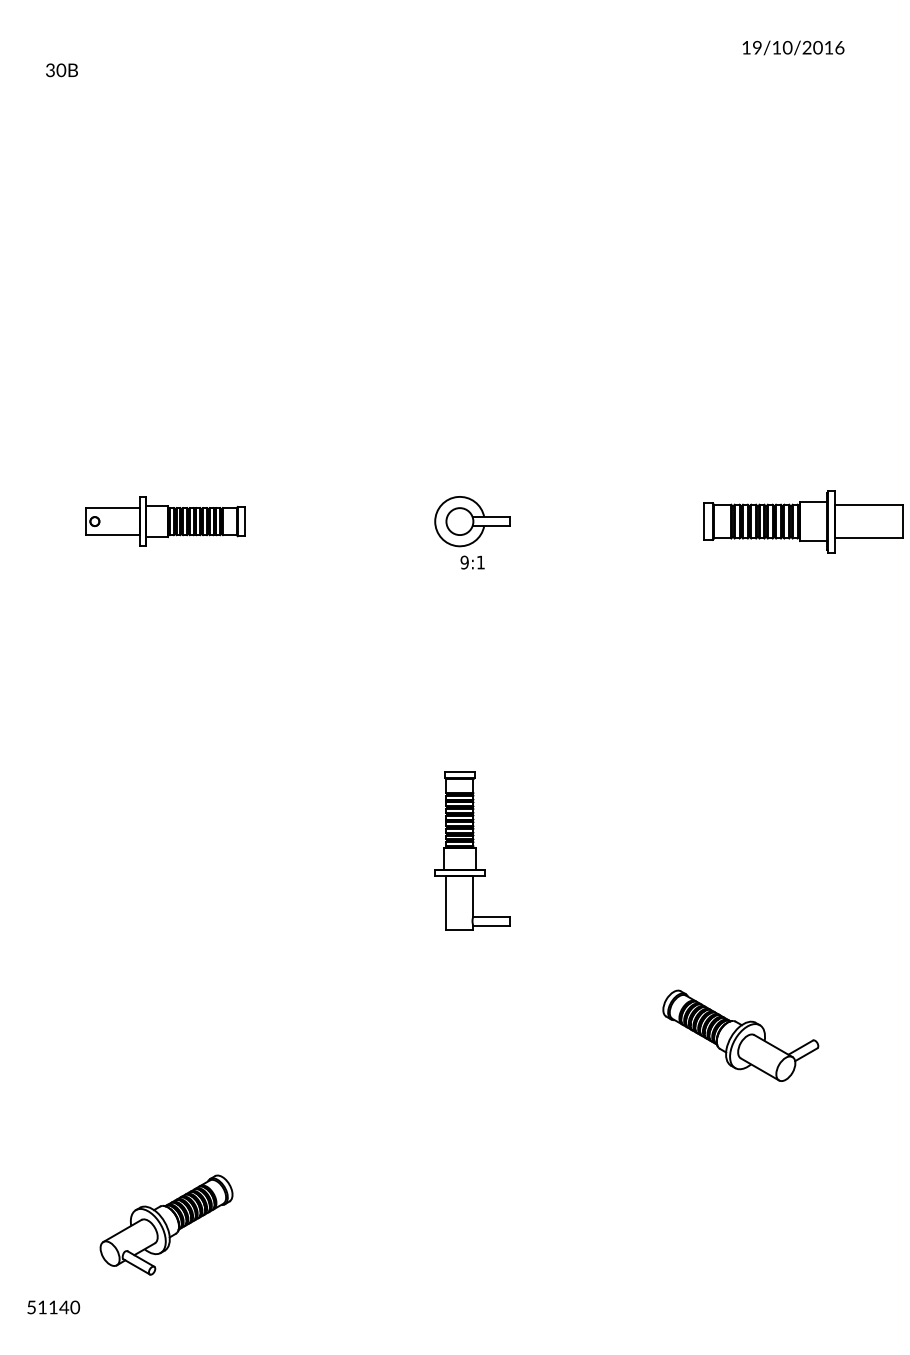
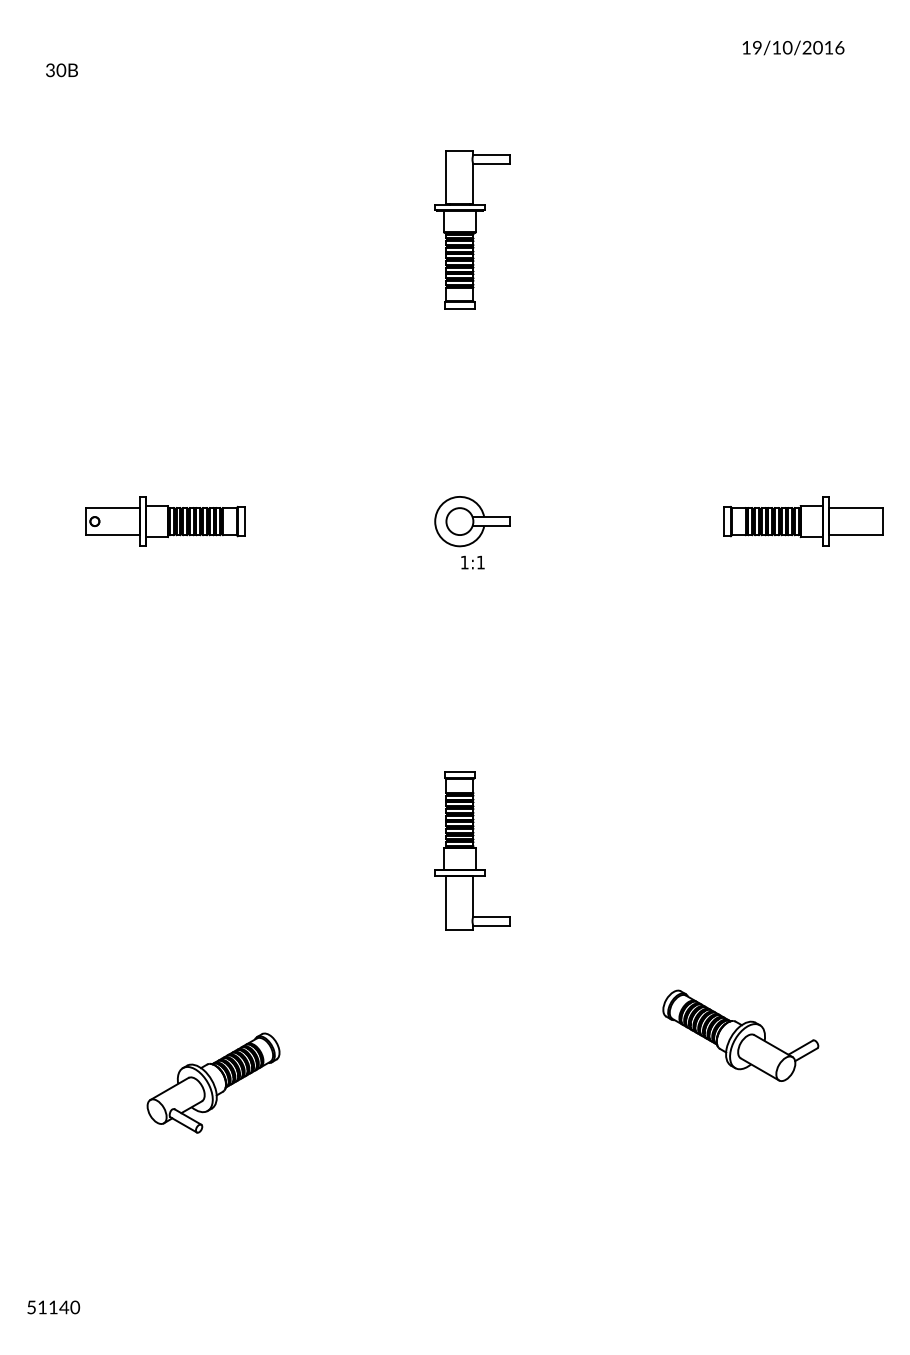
part at (472, 229): none -> present
part at (803, 521) size: 201x64 px -> 161x51 px
text at (464, 562): 9:1 -> 1:1
part at (166, 1224) position: (166, 1224) -> (213, 1082)
